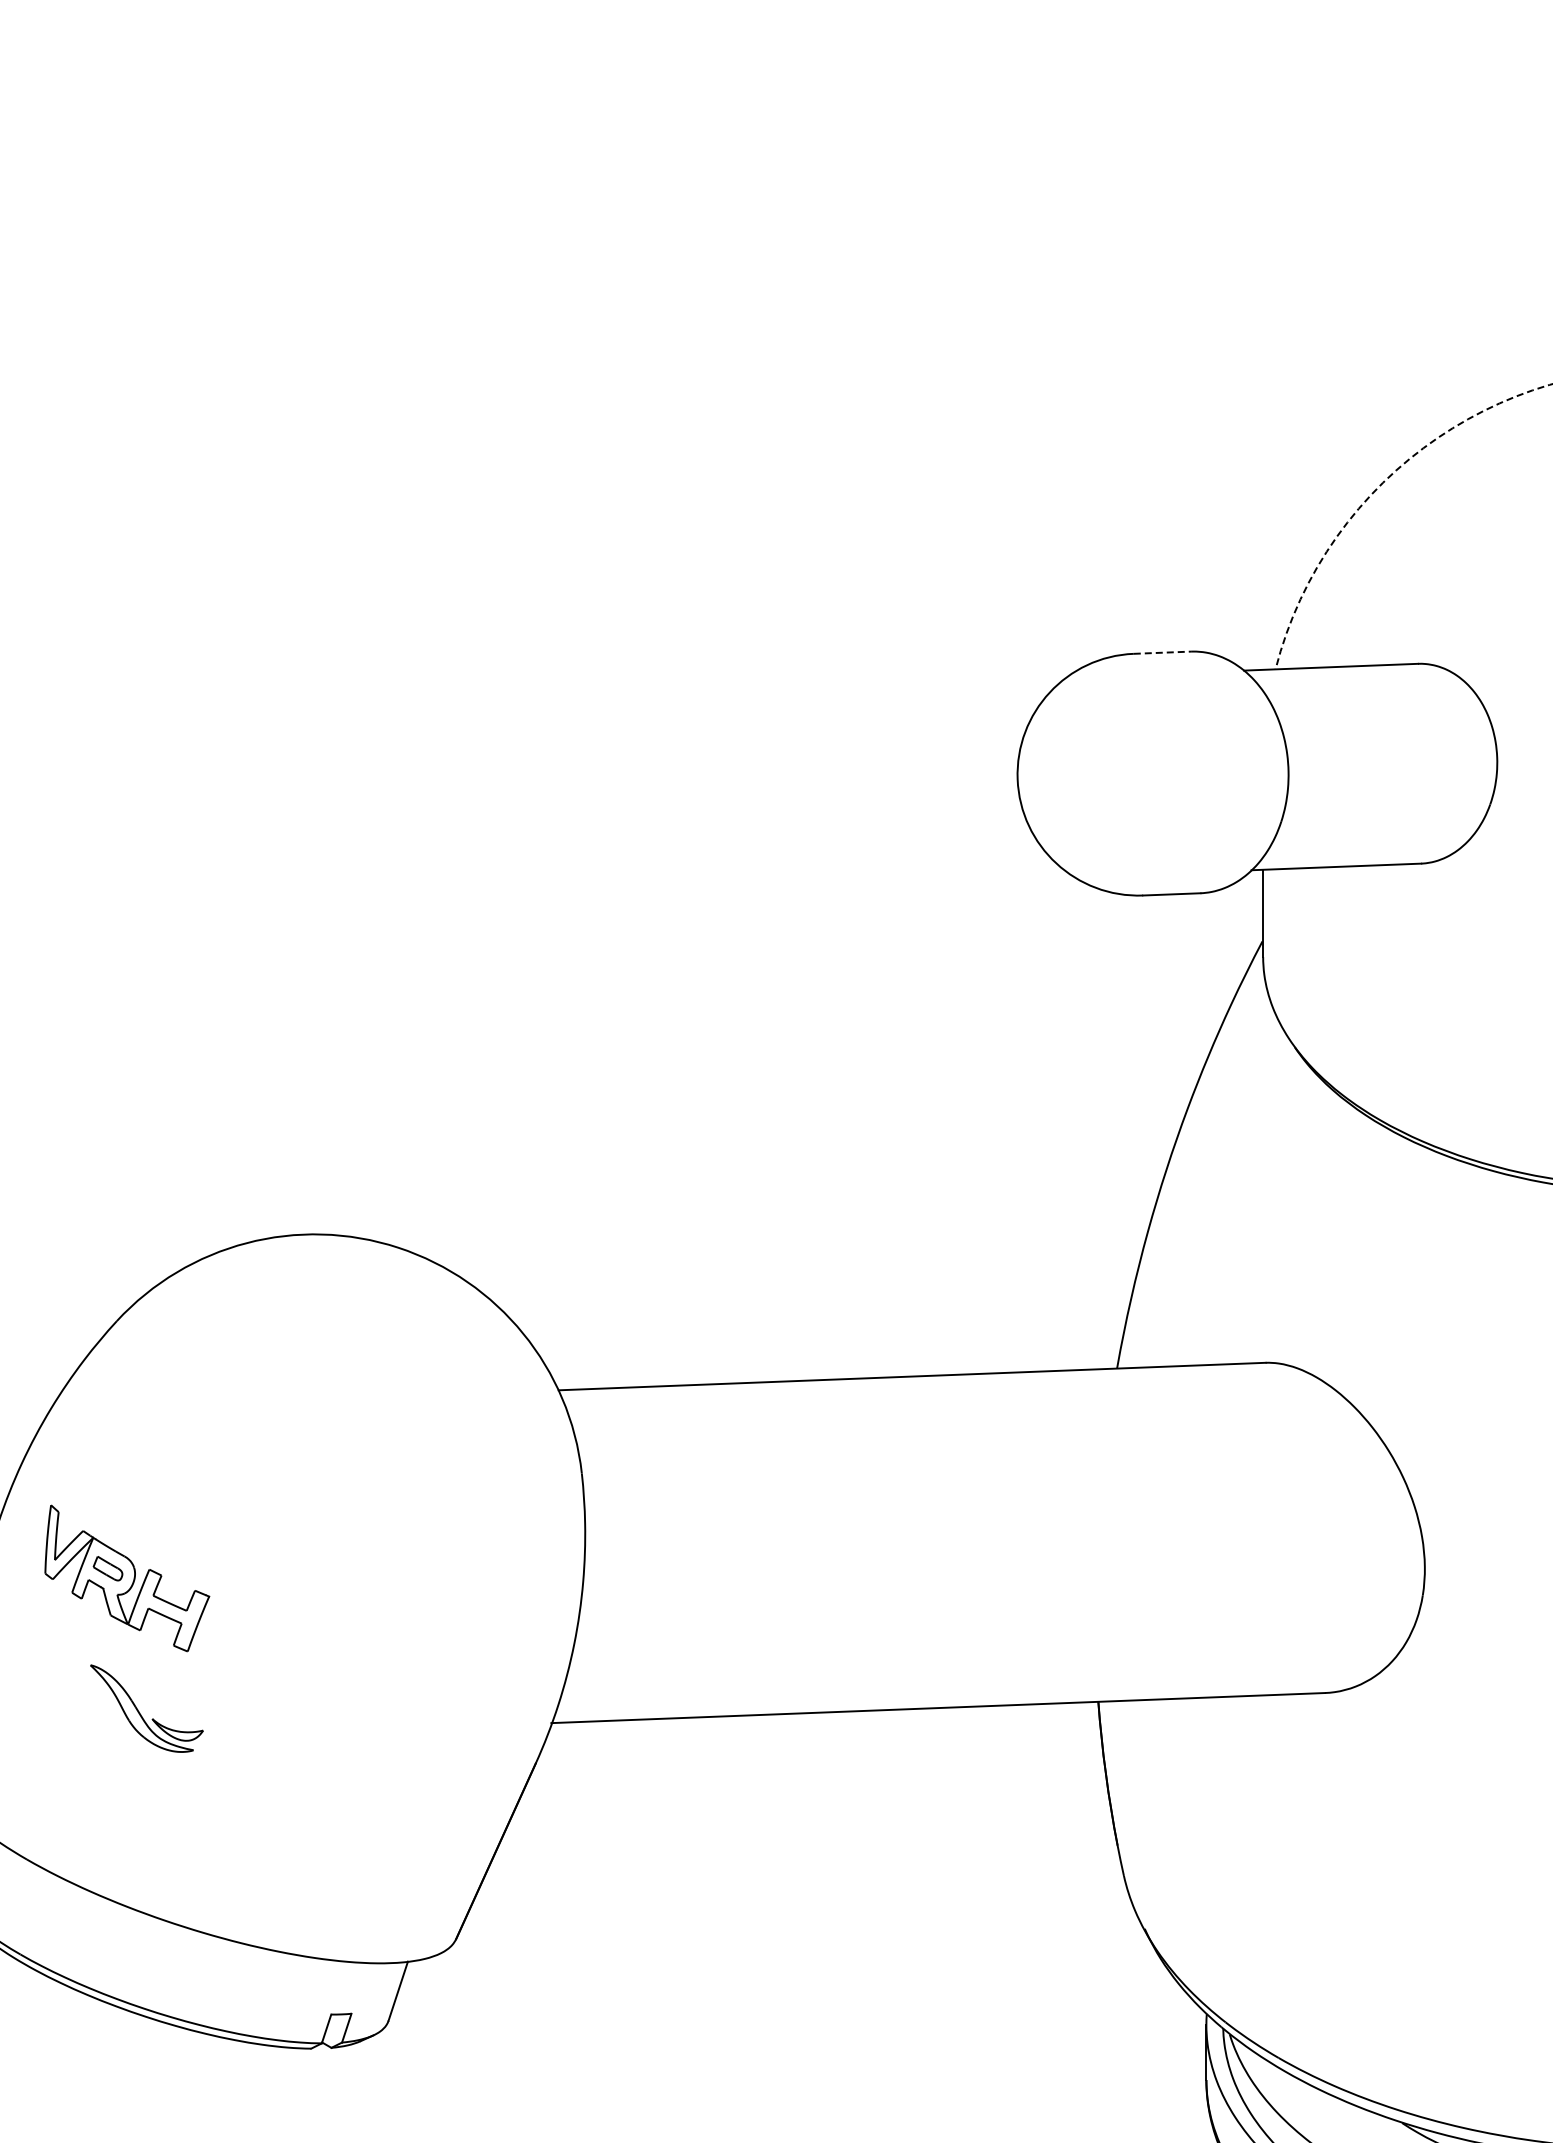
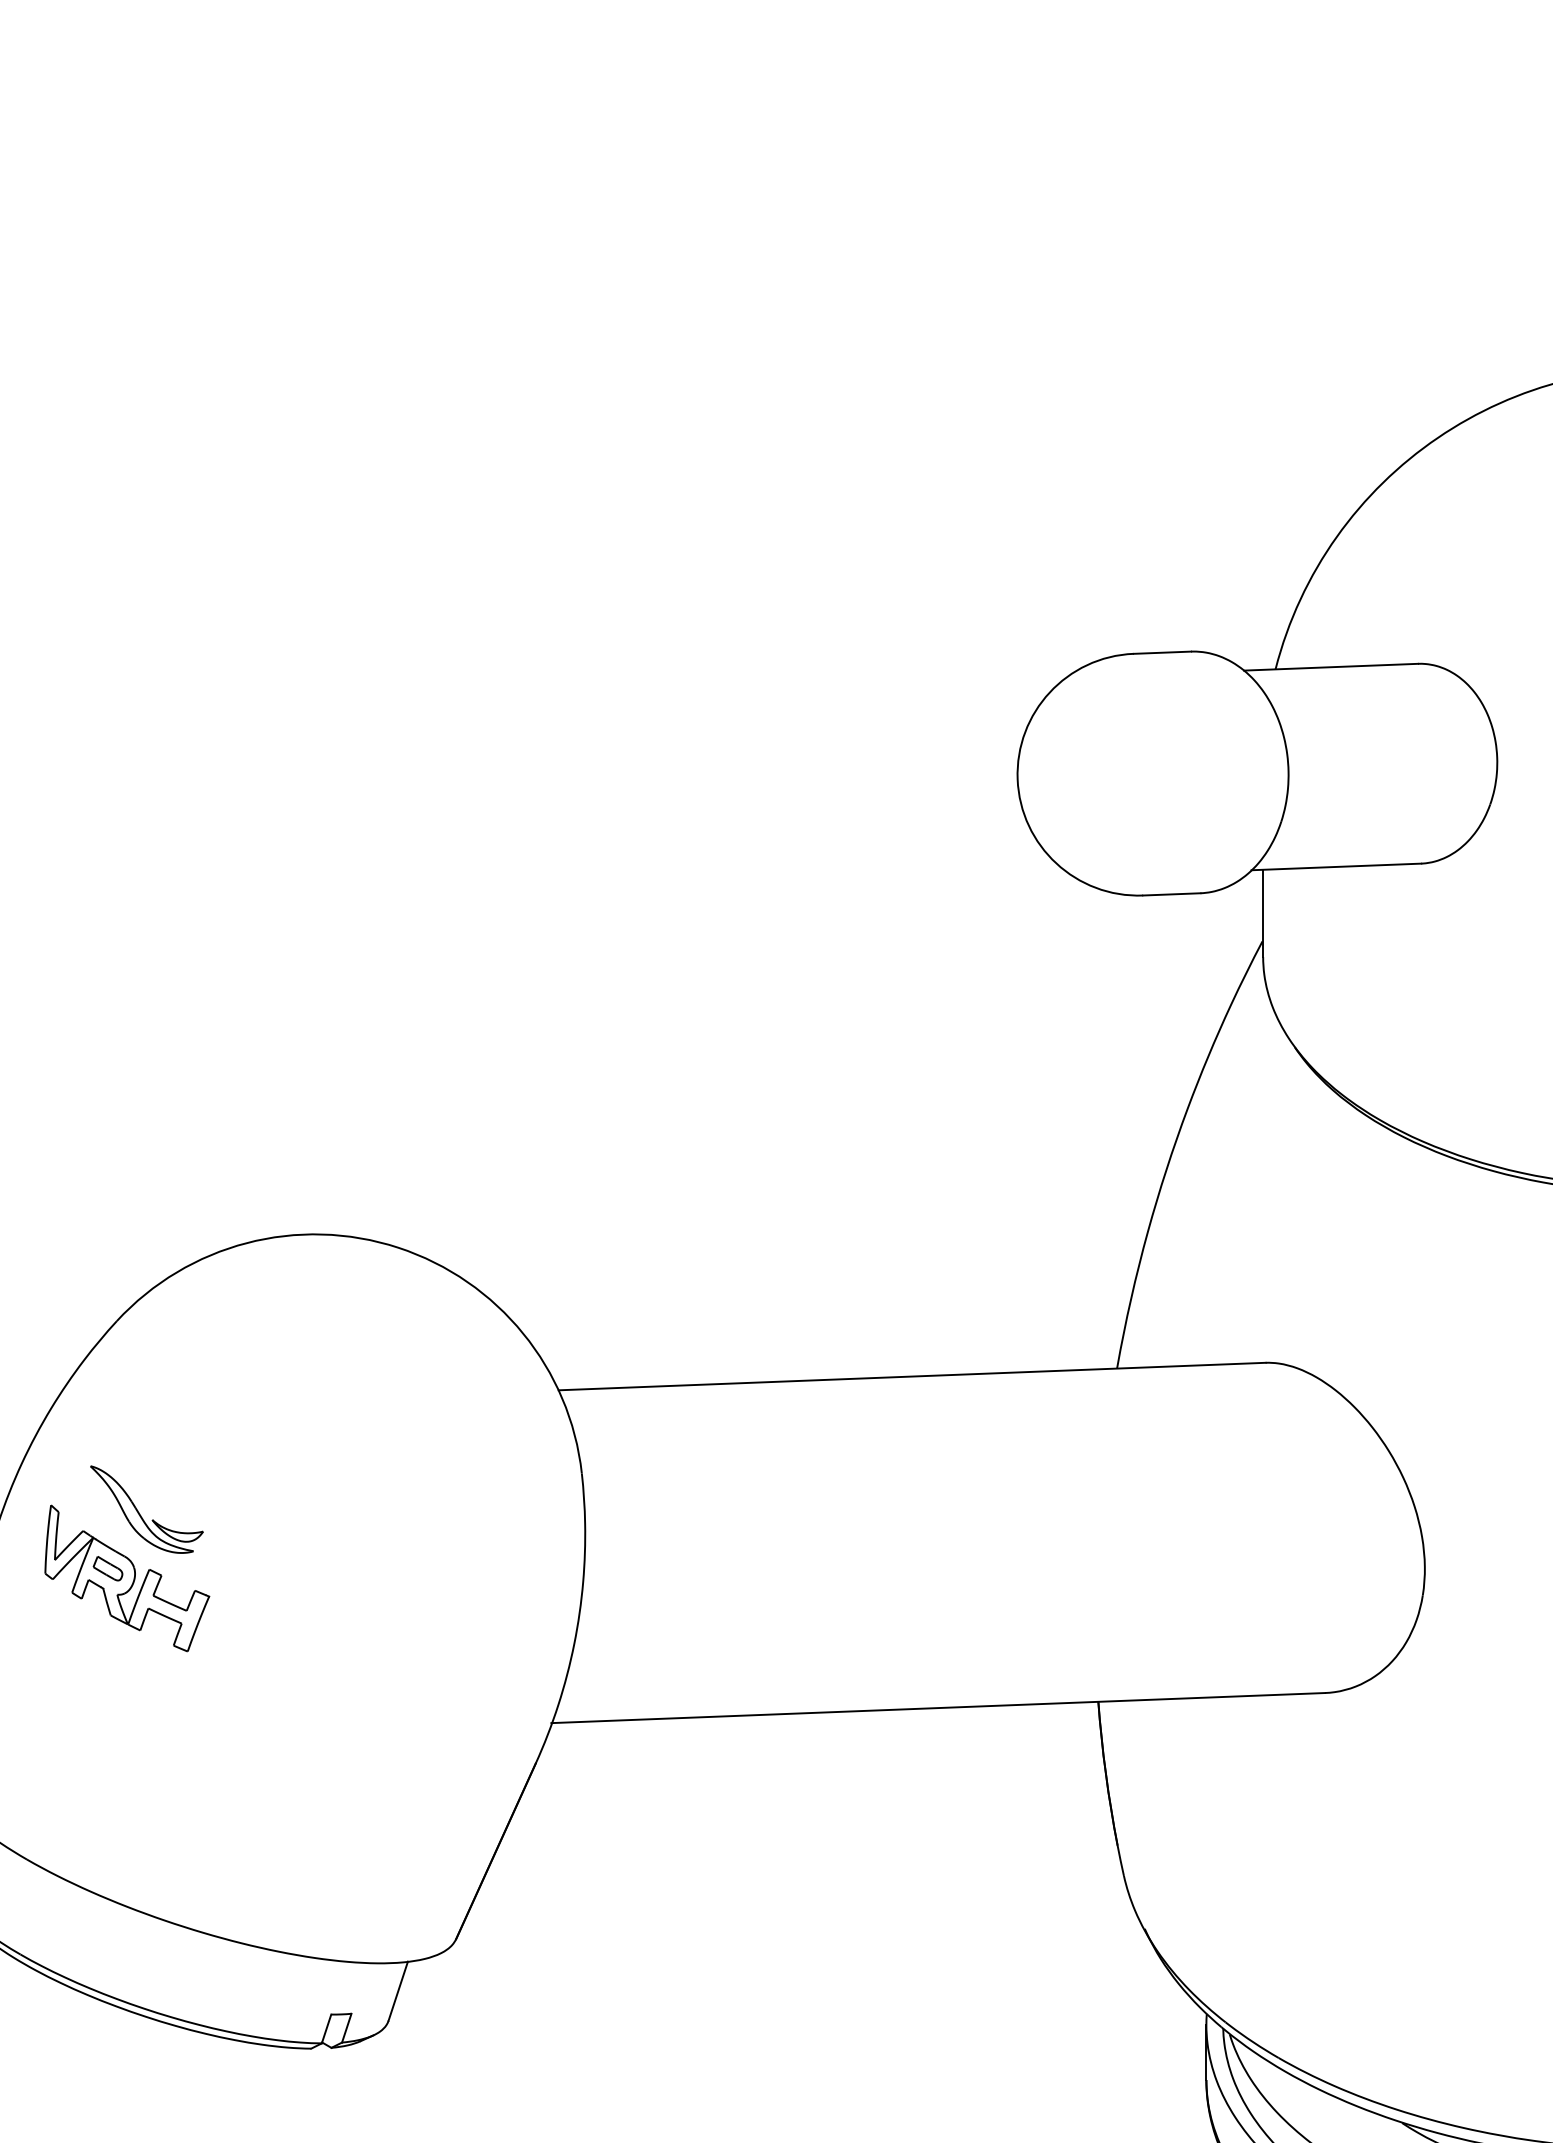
arc at (1375, 490): dashed -> solid
line at (1162, 652): dashed -> solid
part at (139, 1711) position: (139, 1711) -> (139, 1512)
